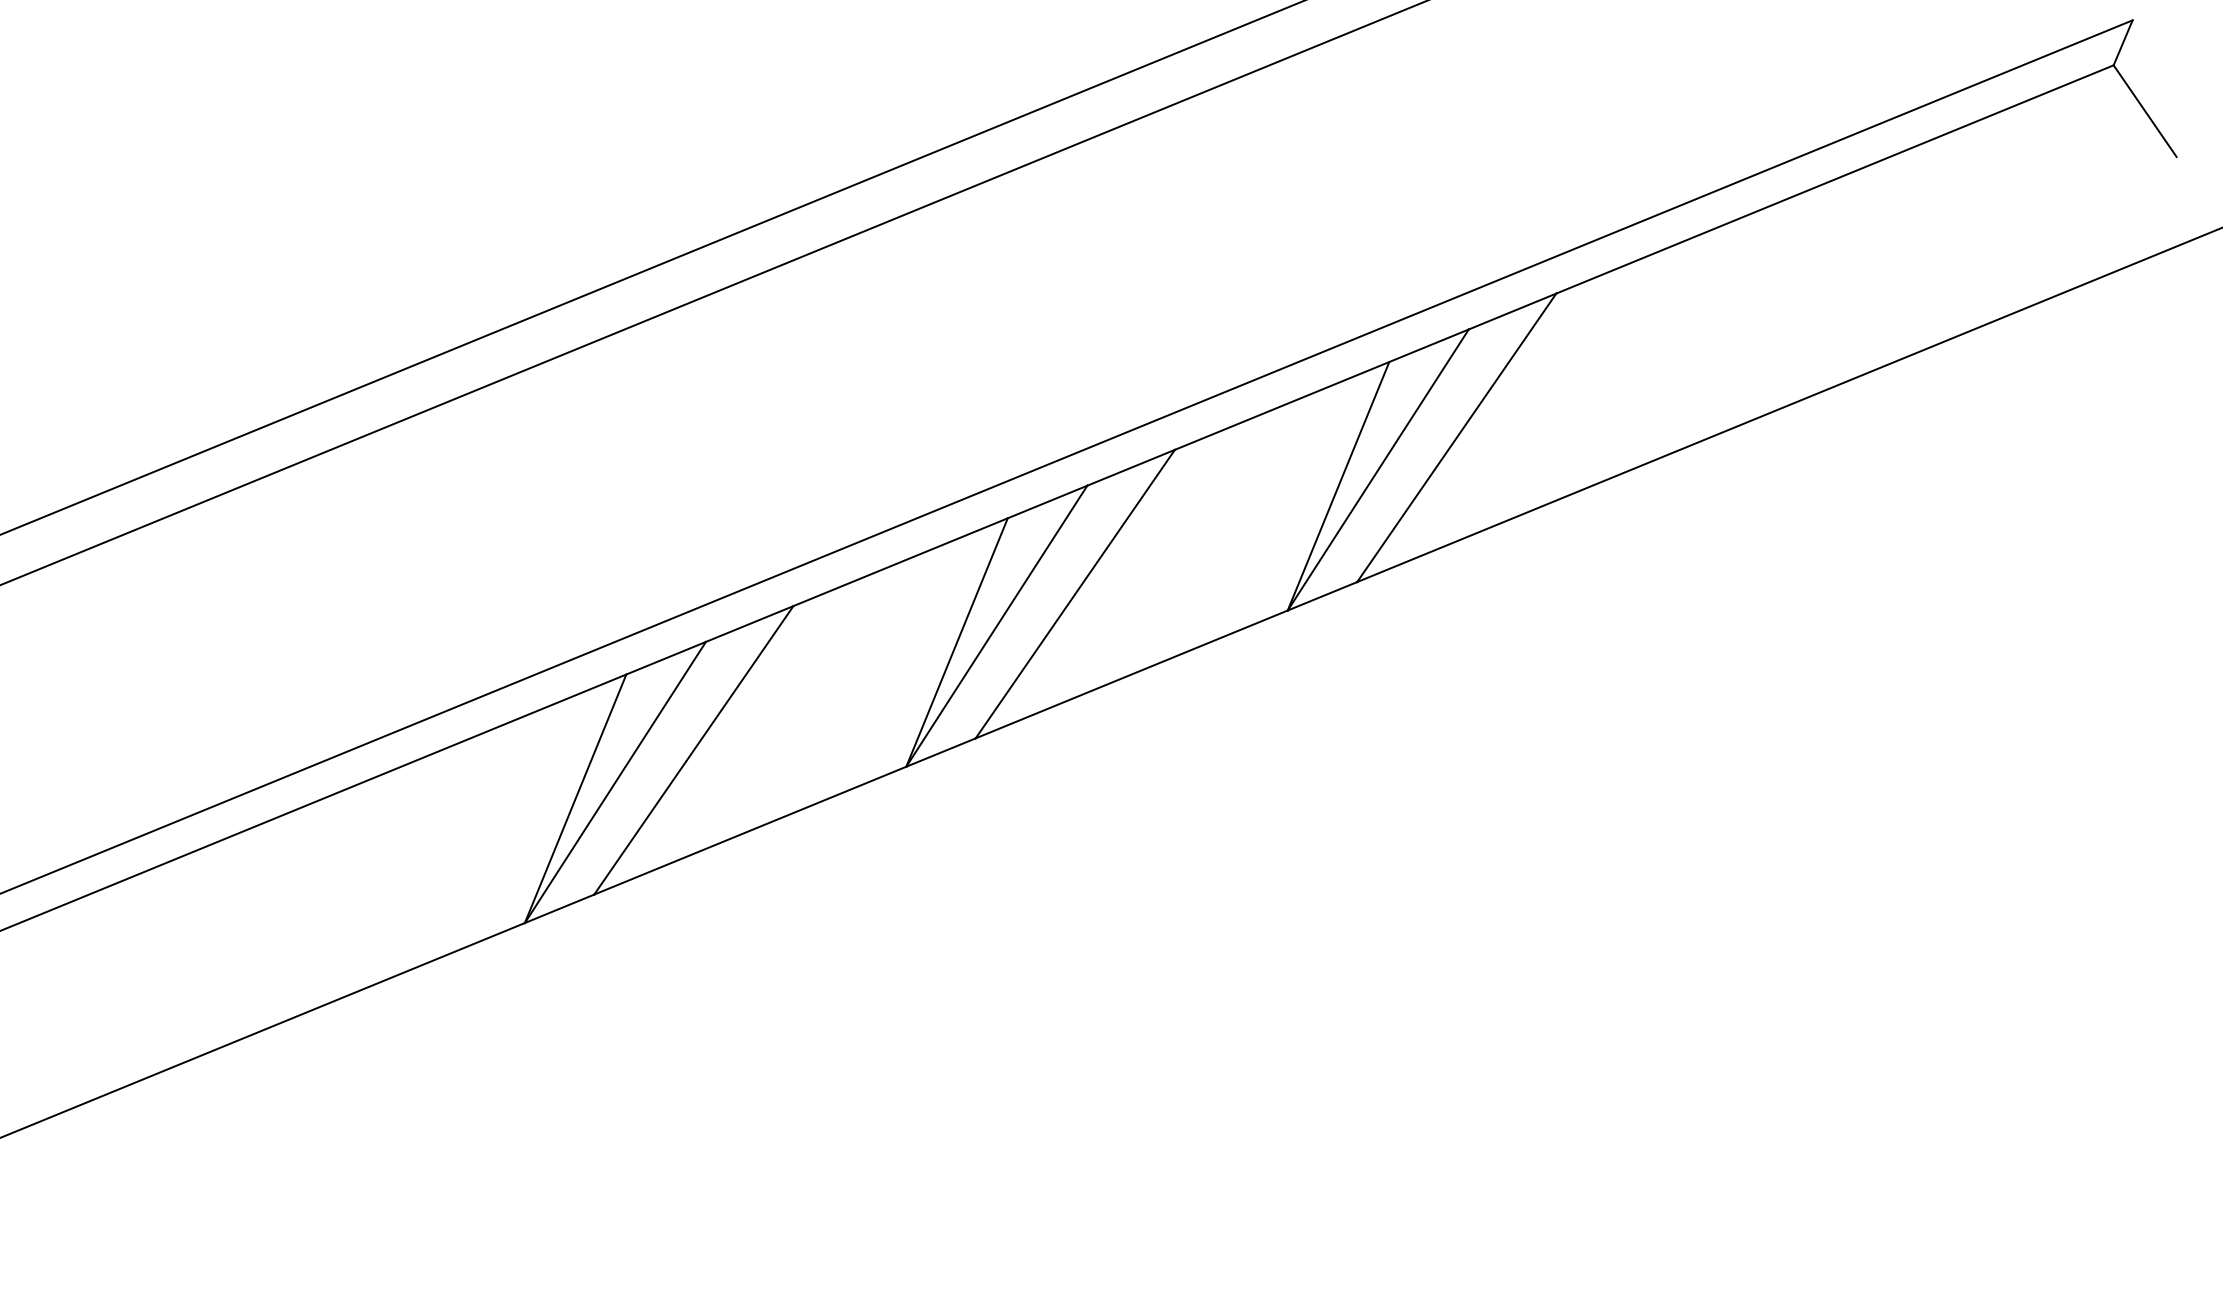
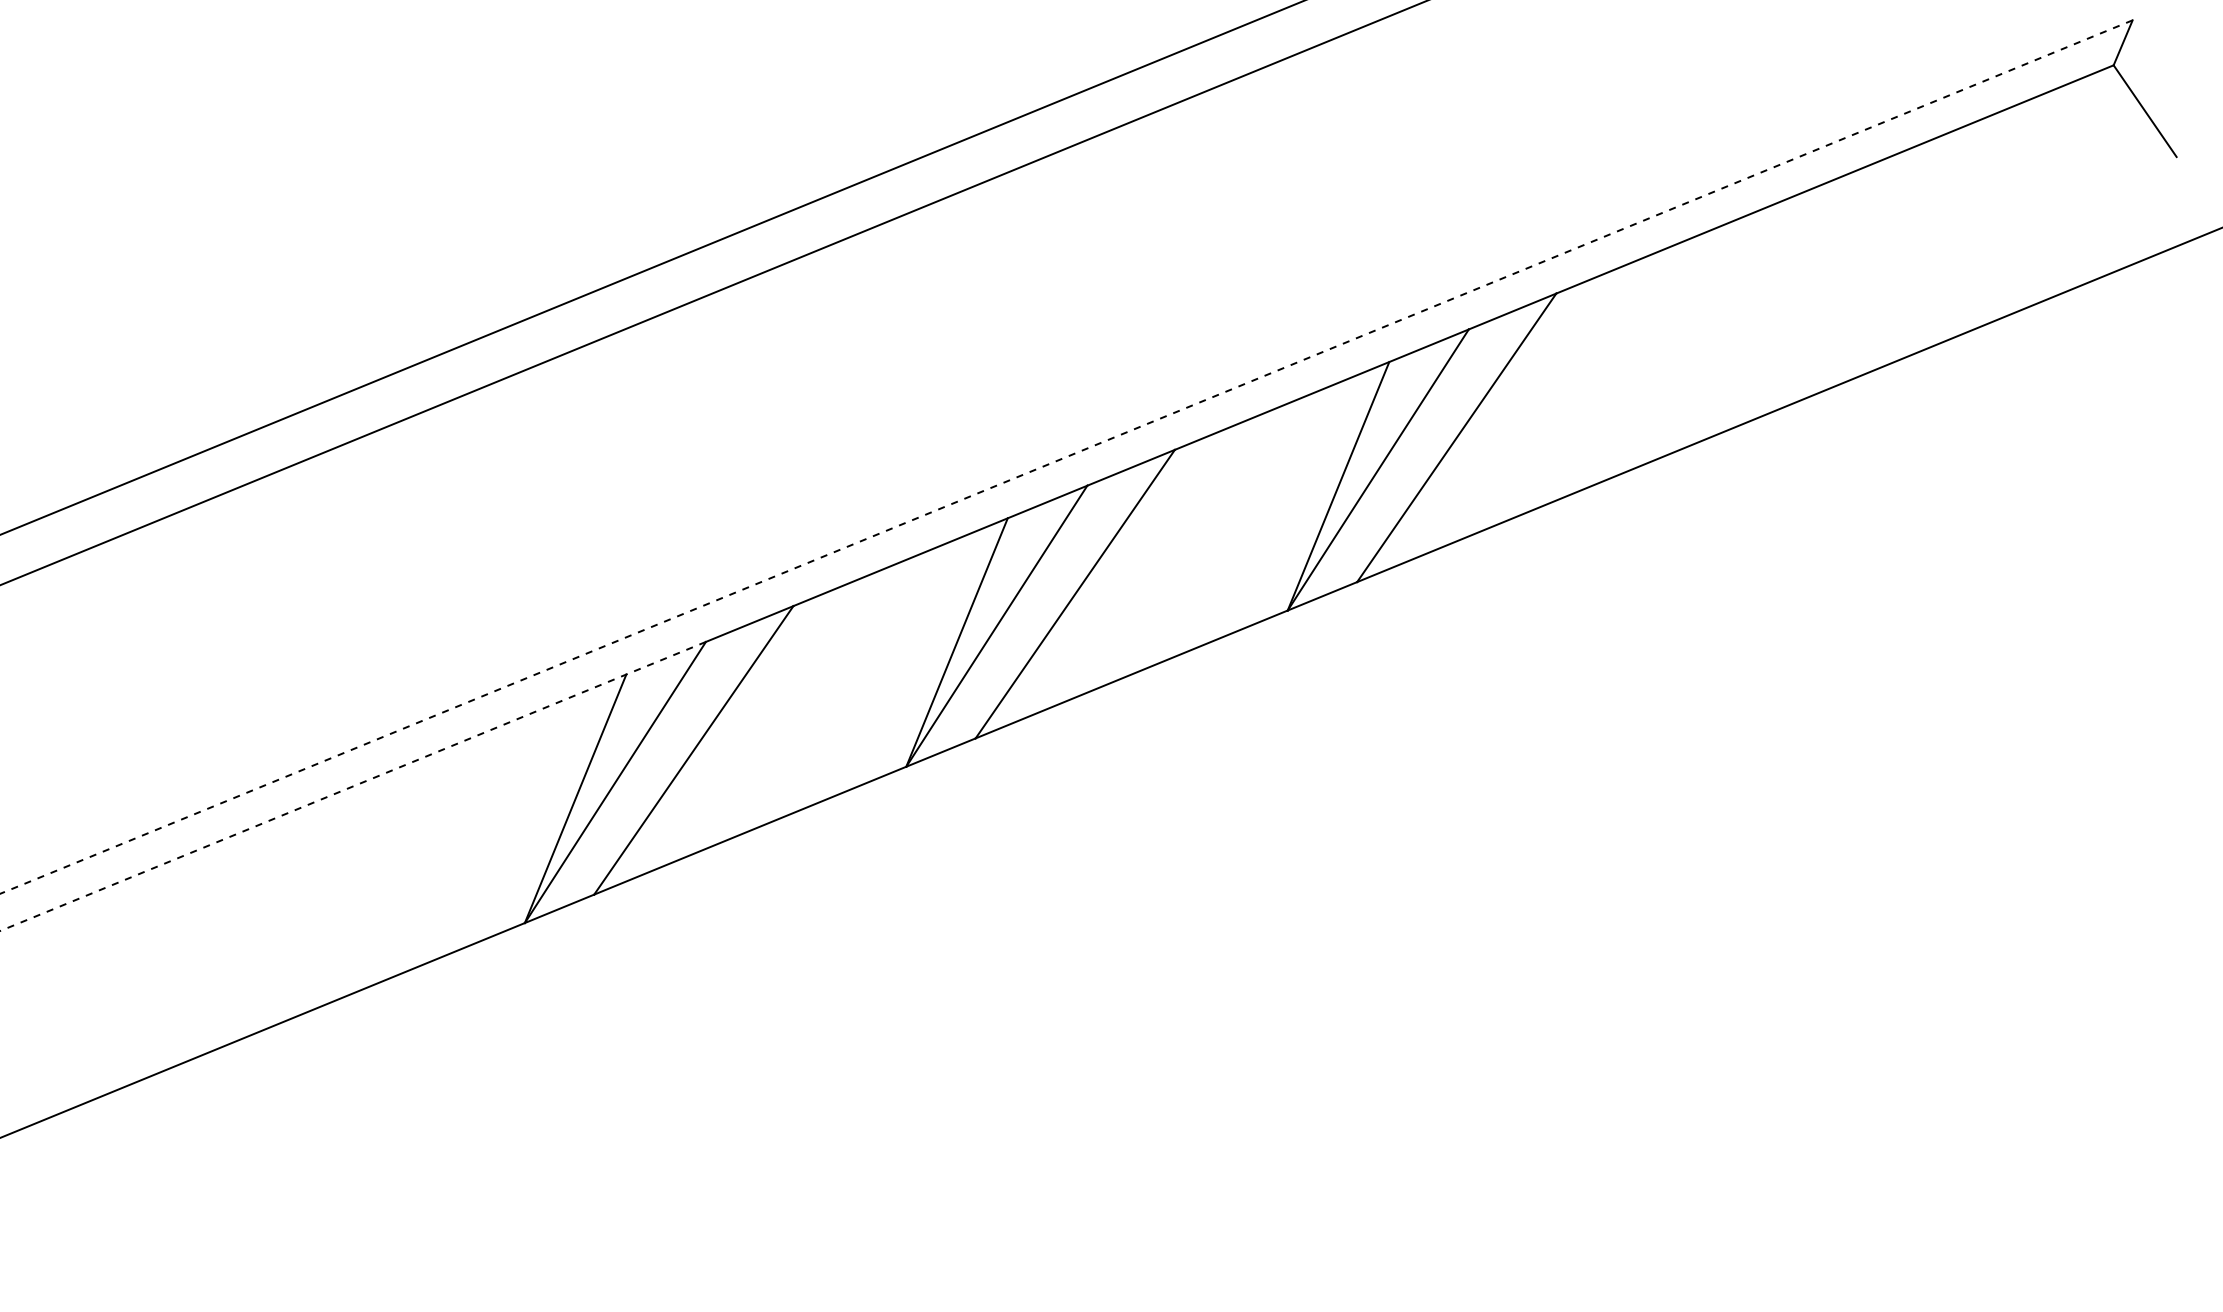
line at (1066, 456): solid -> dashed
line at (353, 786): solid -> dashed
